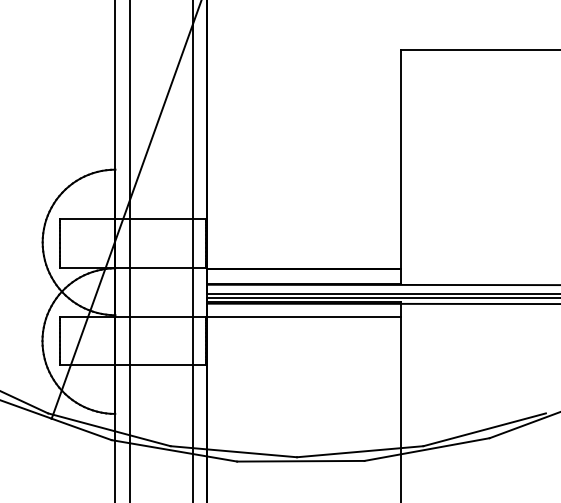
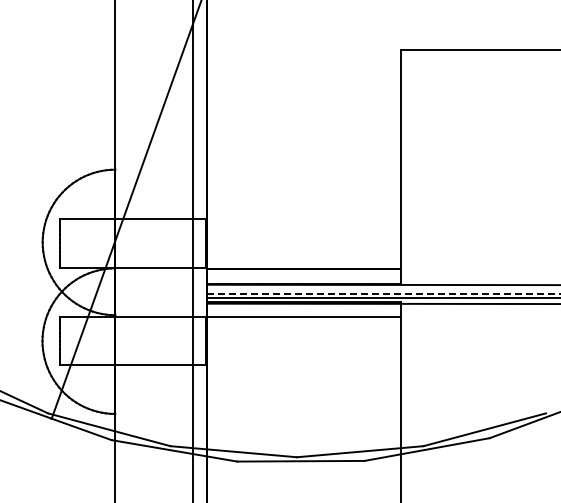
line at (129, 250): present -> none
line at (383, 293): solid -> dashed
